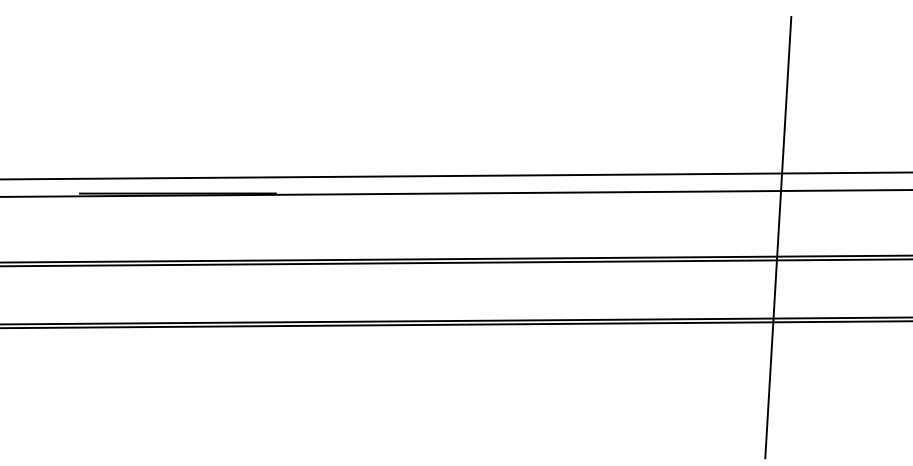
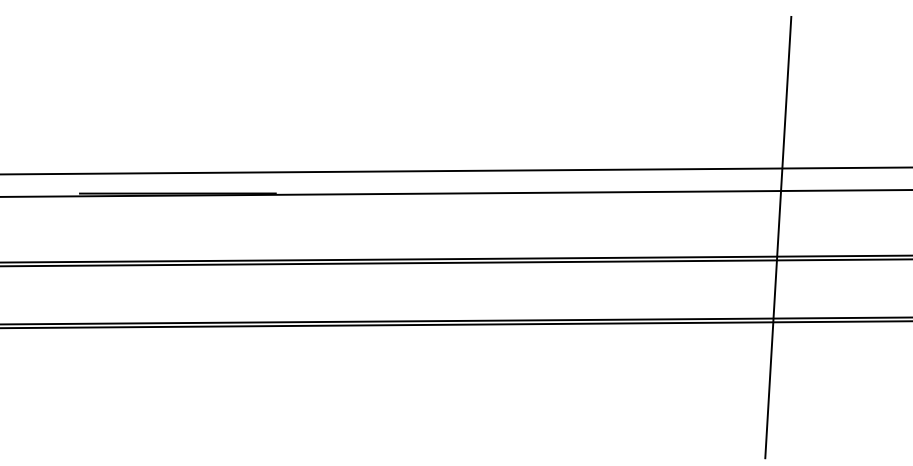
line at (455, 175) position: (455, 175) -> (455, 170)
